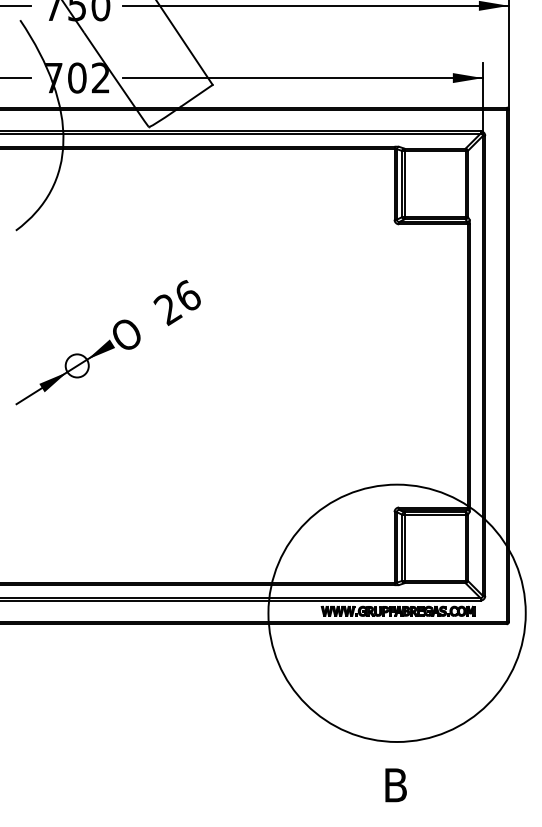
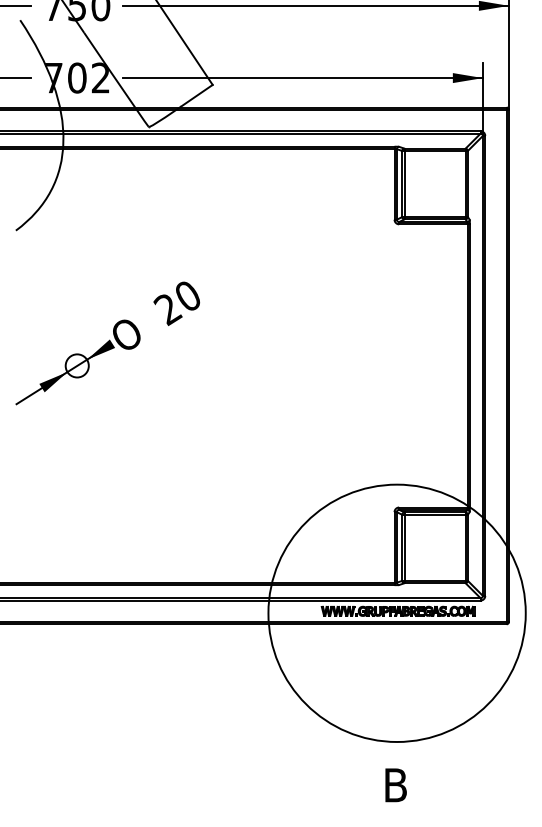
text at (188, 295): 26 -> 20
